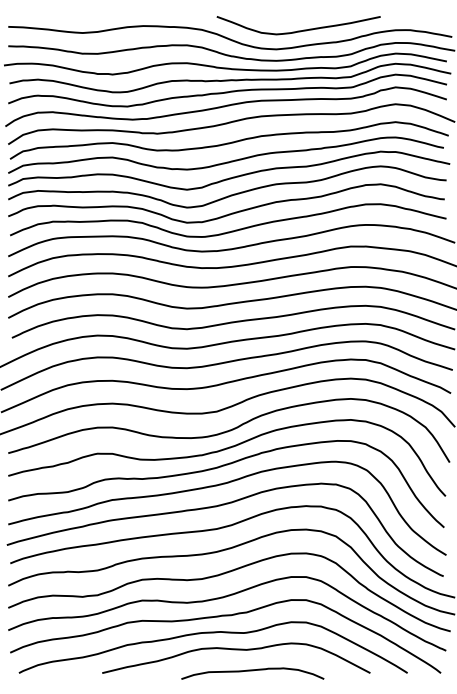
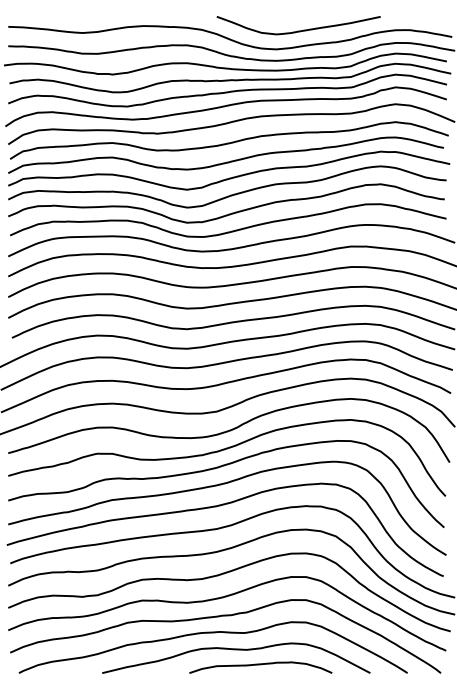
curve at (252, 671) position: (252, 671) -> (260, 665)
